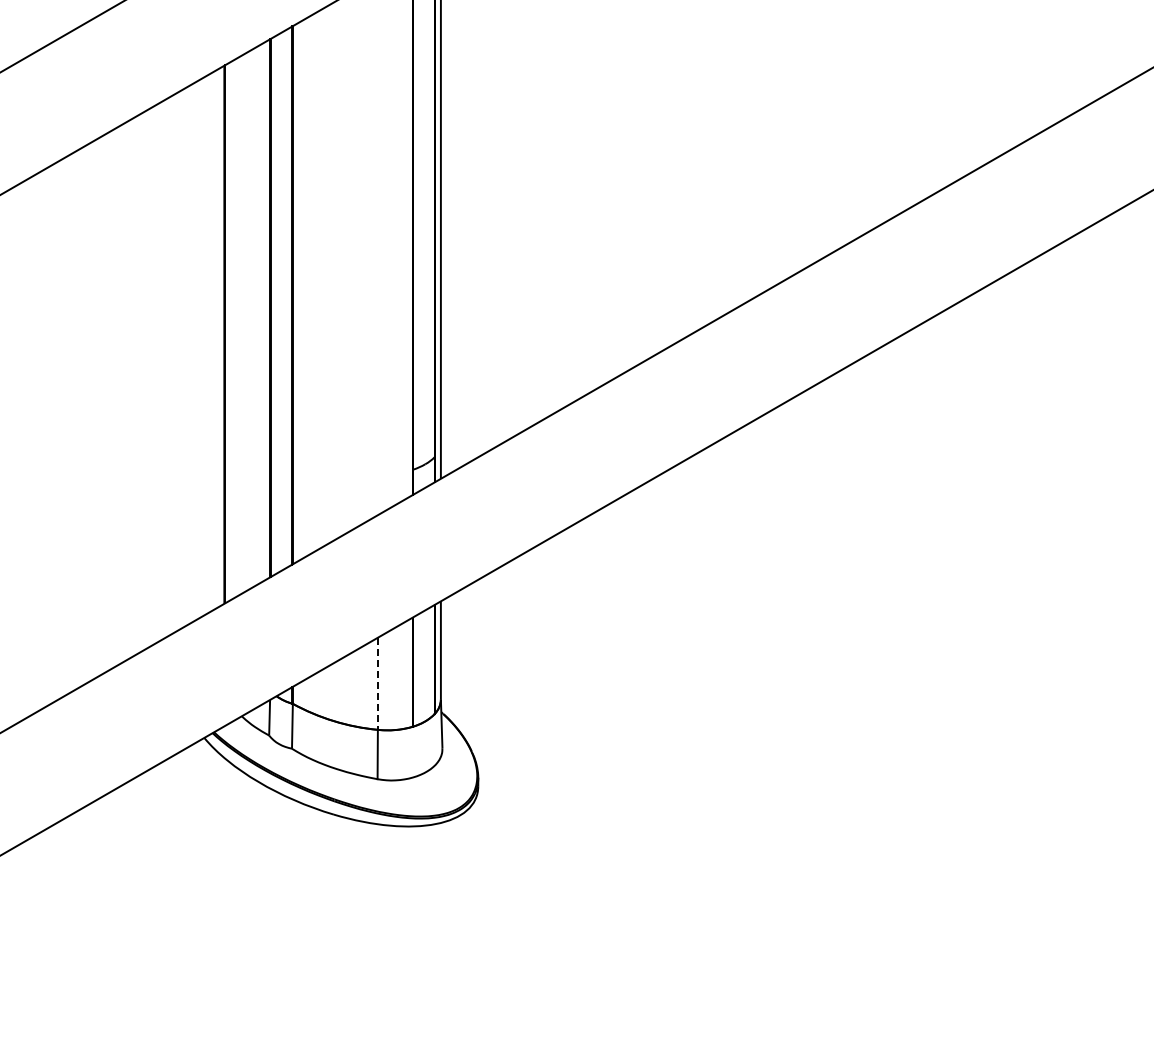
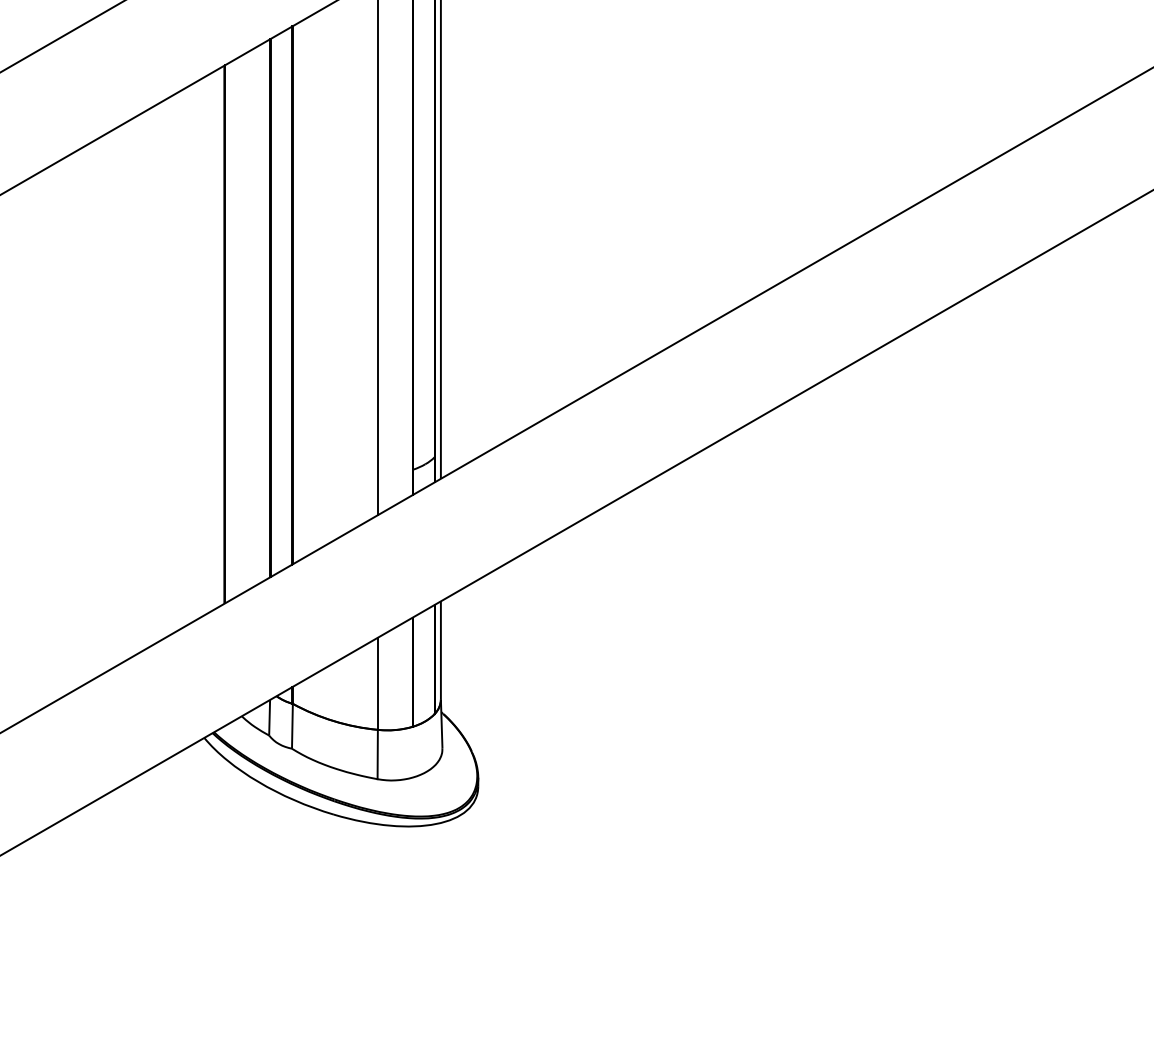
line at (377, 258): none -> present
line at (377, 684): dashed -> solid
